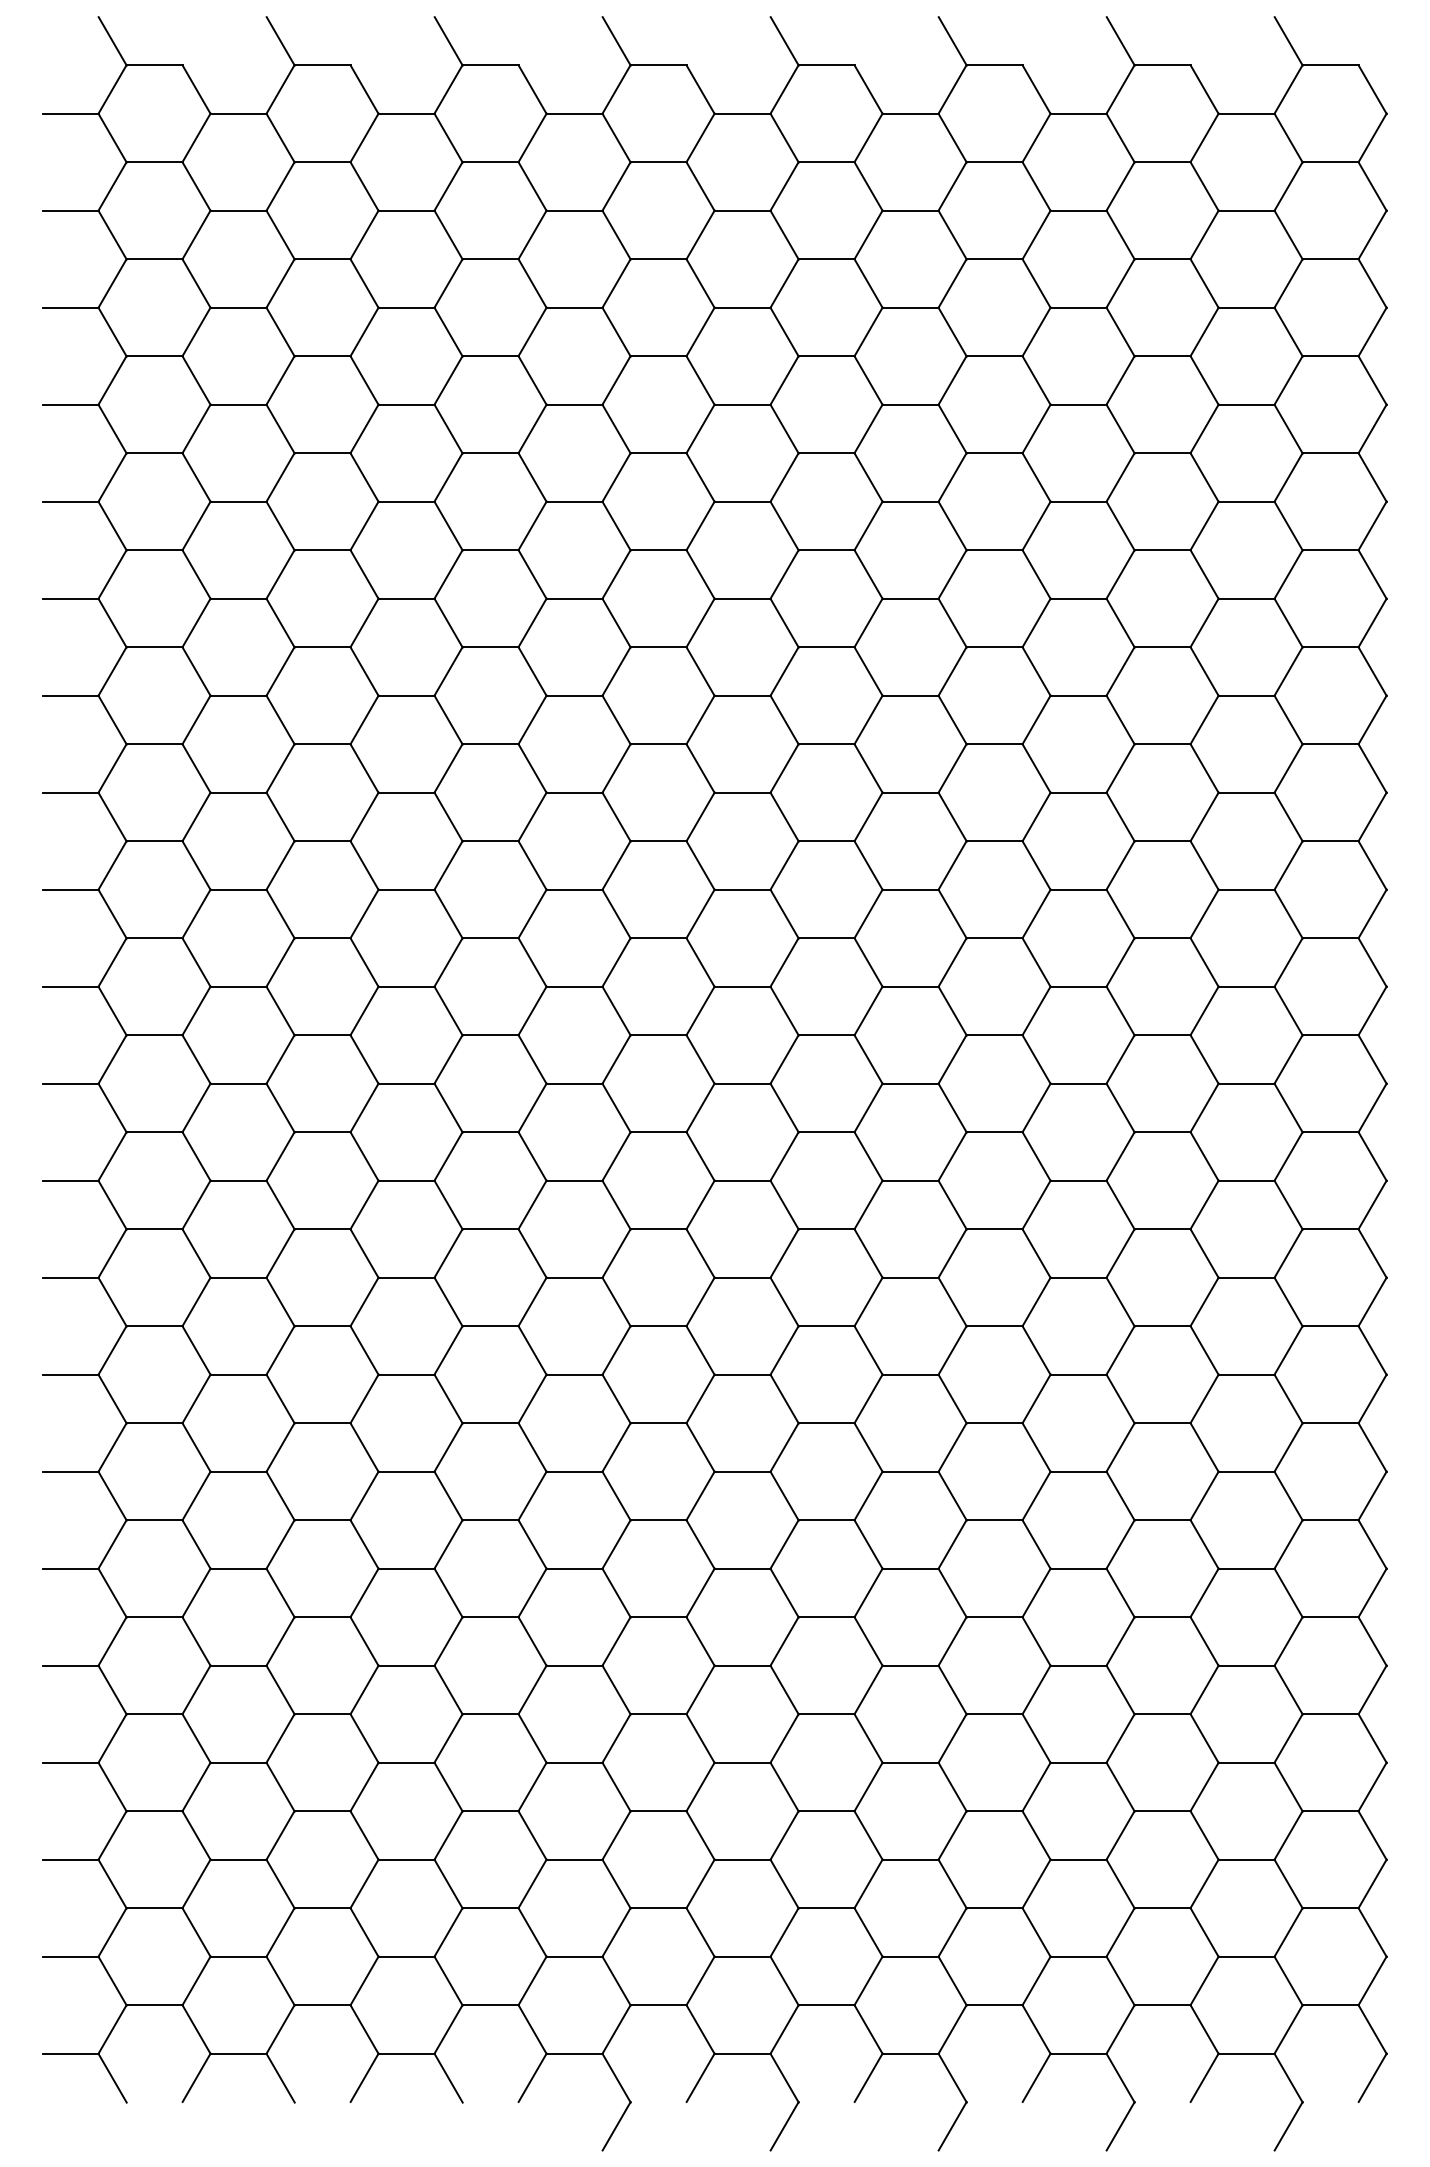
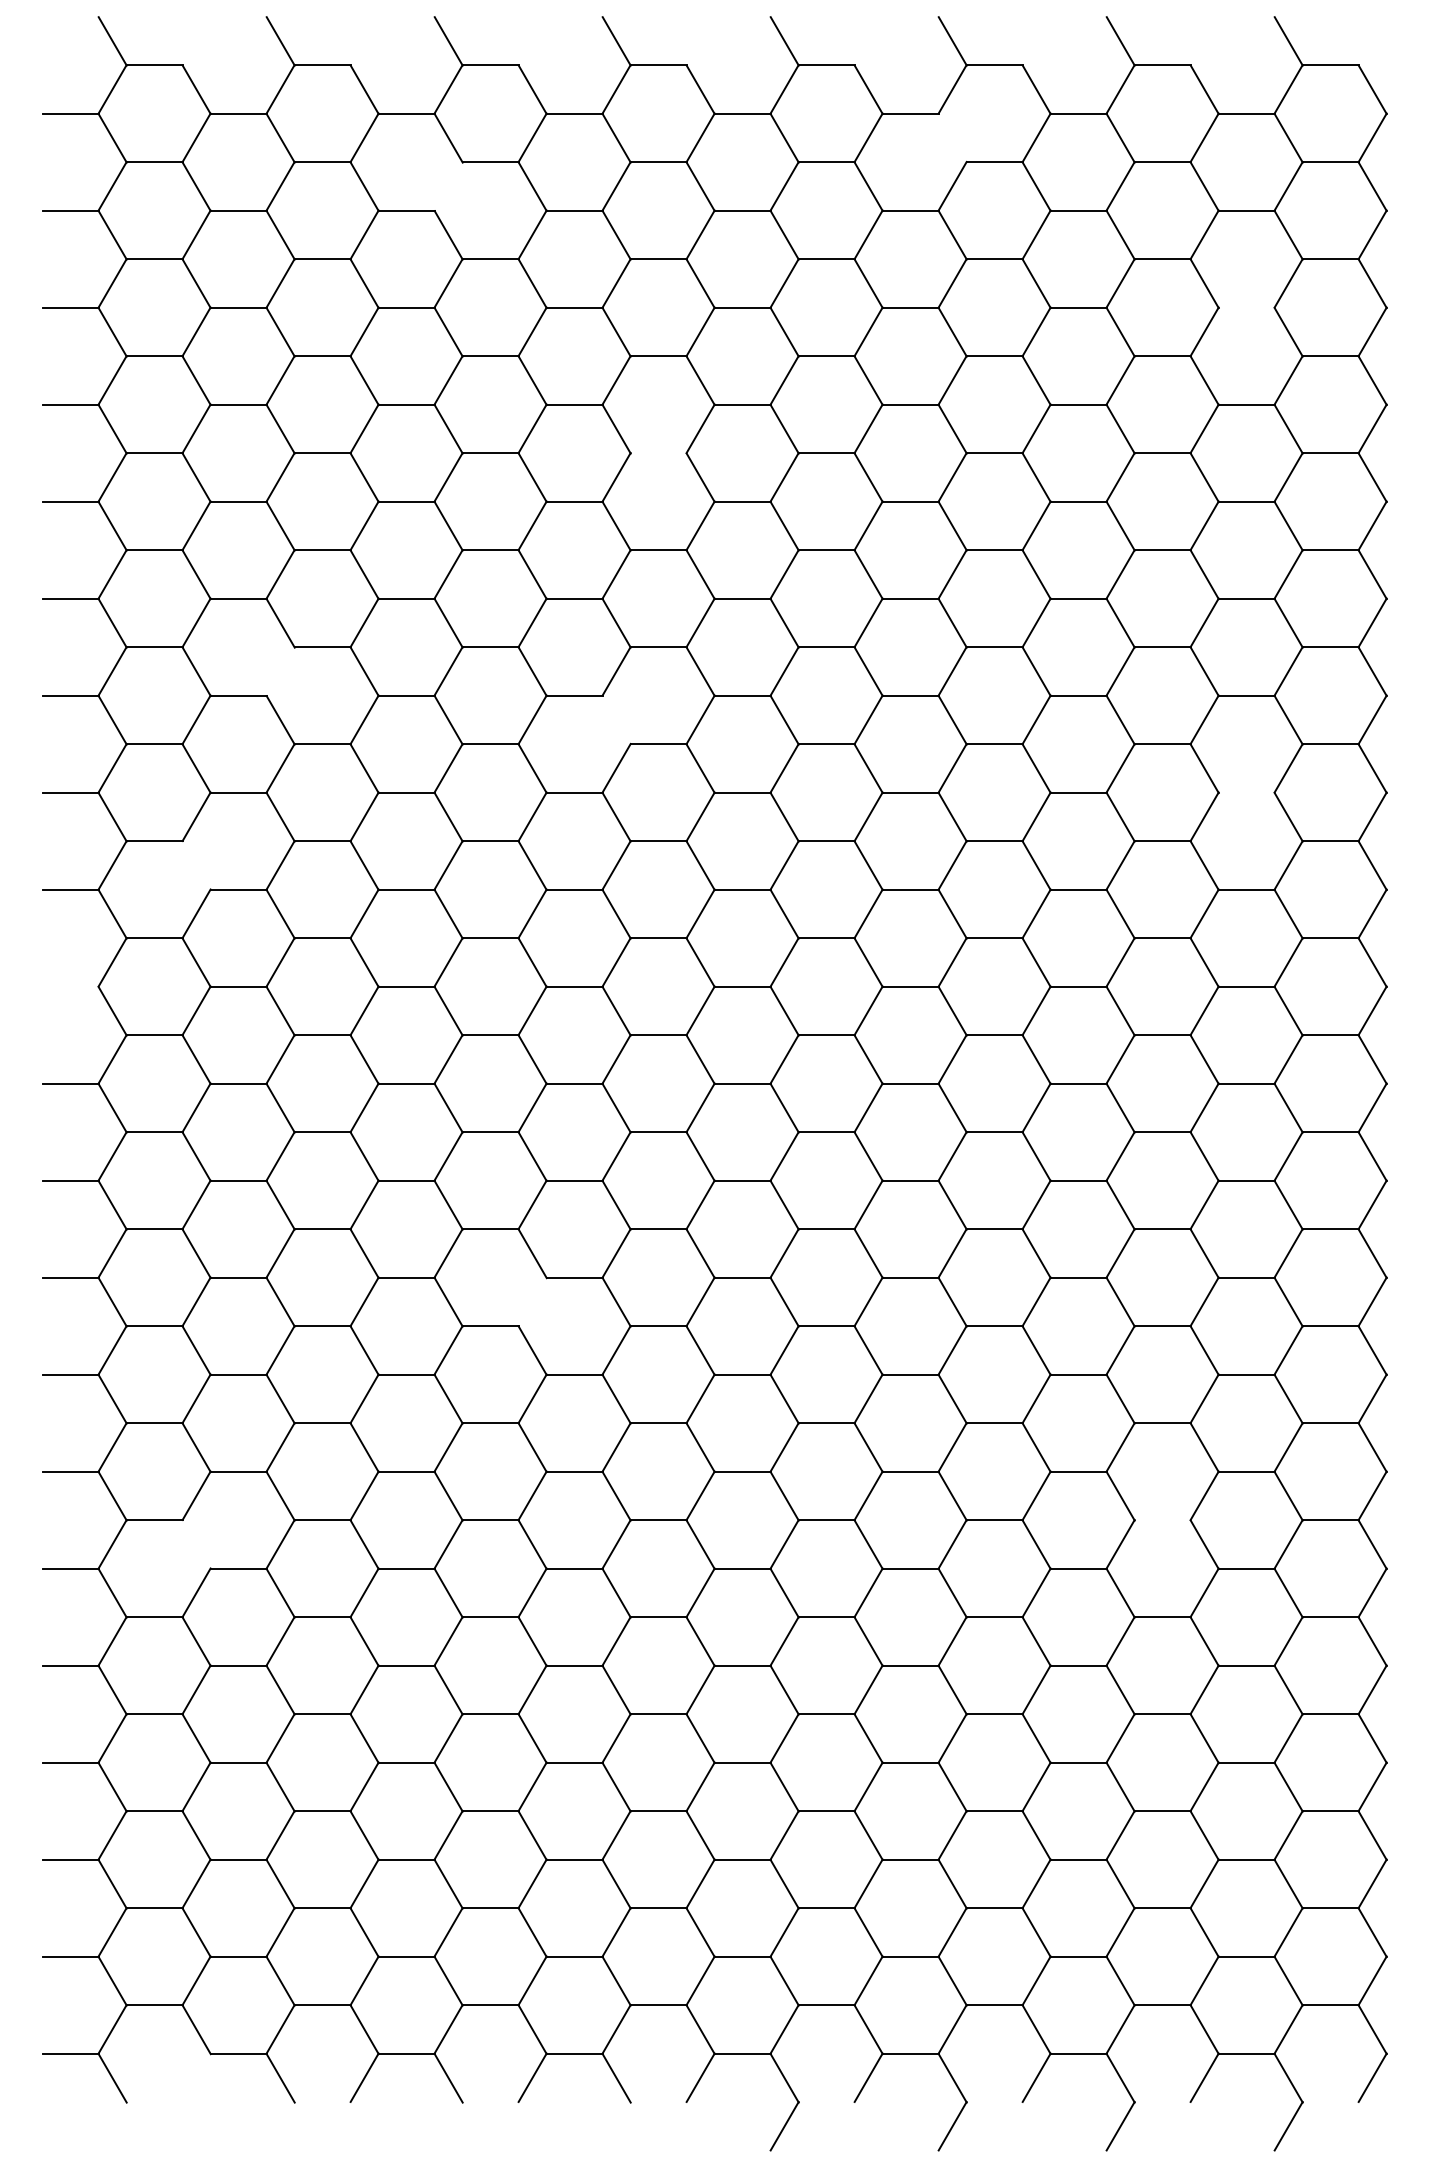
line at (952, 138): present -> none
line at (448, 185): present -> none
line at (1247, 307): present -> none
line at (659, 453): present -> none
line at (280, 671): present -> none
line at (616, 720): present -> none
line at (1247, 792): present -> none
line at (196, 865): present -> none
line at (71, 986): present -> none
line at (532, 1301): present -> none
line at (1163, 1520): present -> none
line at (196, 1544): present -> none
line at (196, 2077): present -> none
line at (616, 2125): present -> none
